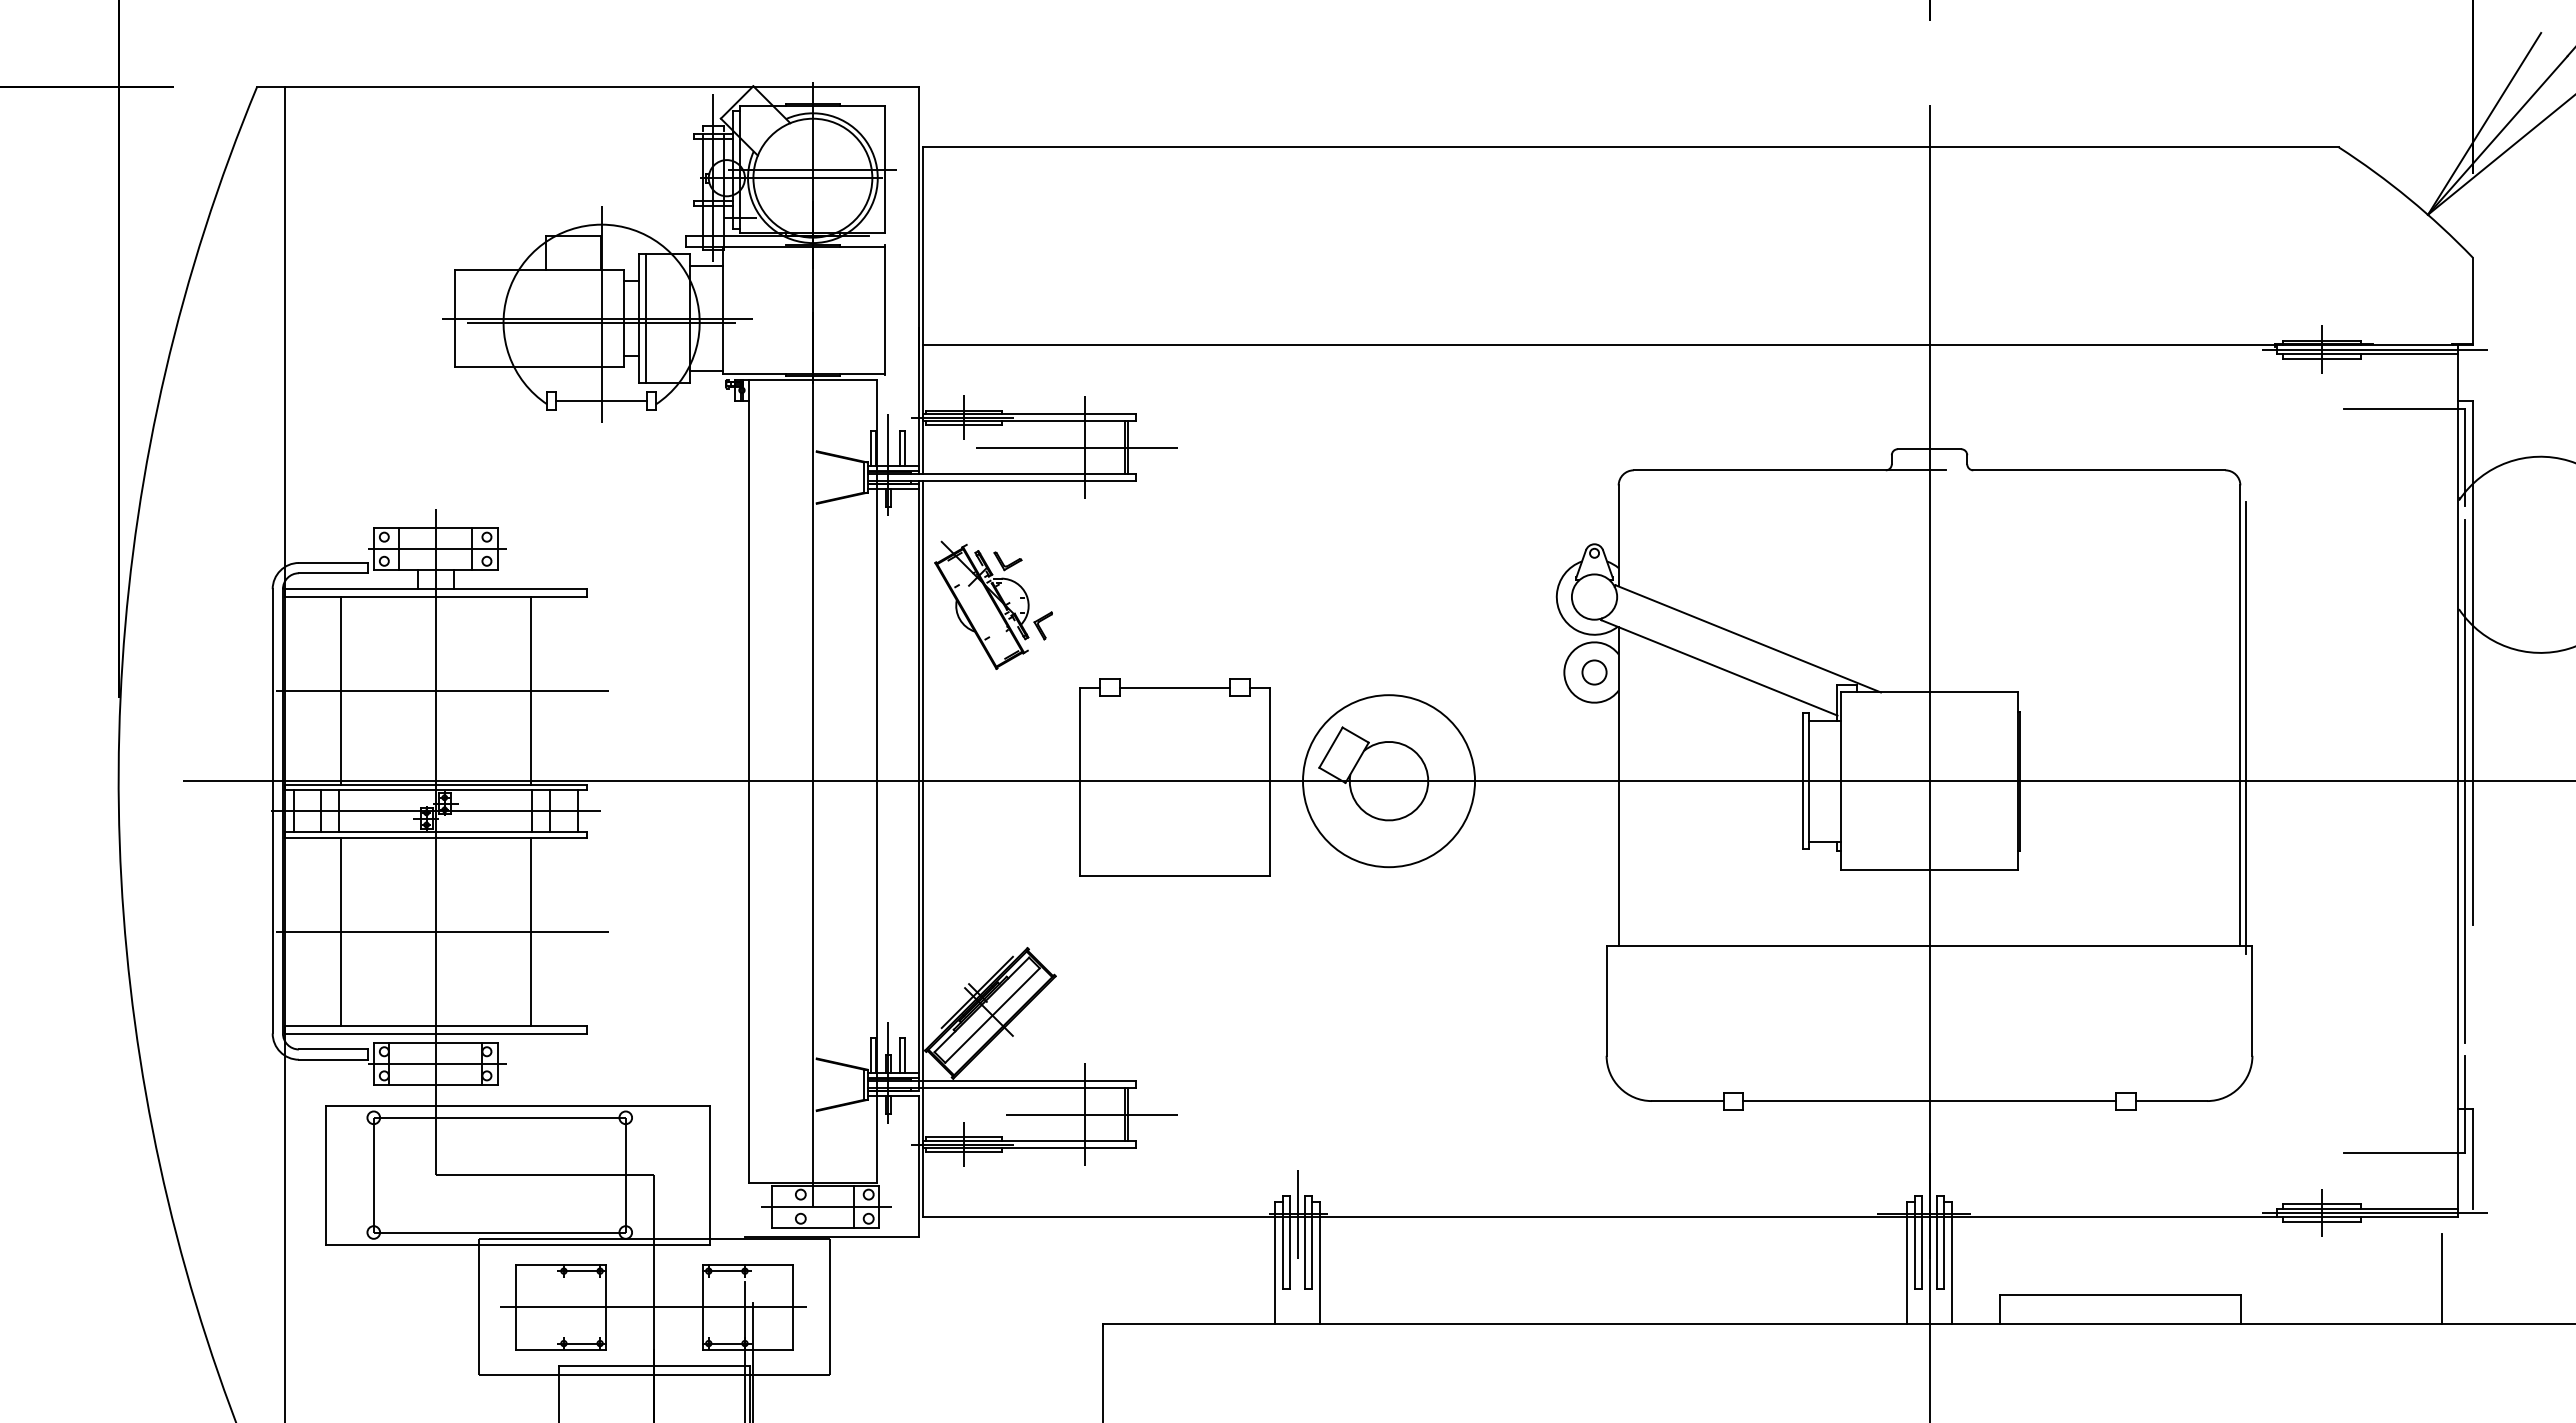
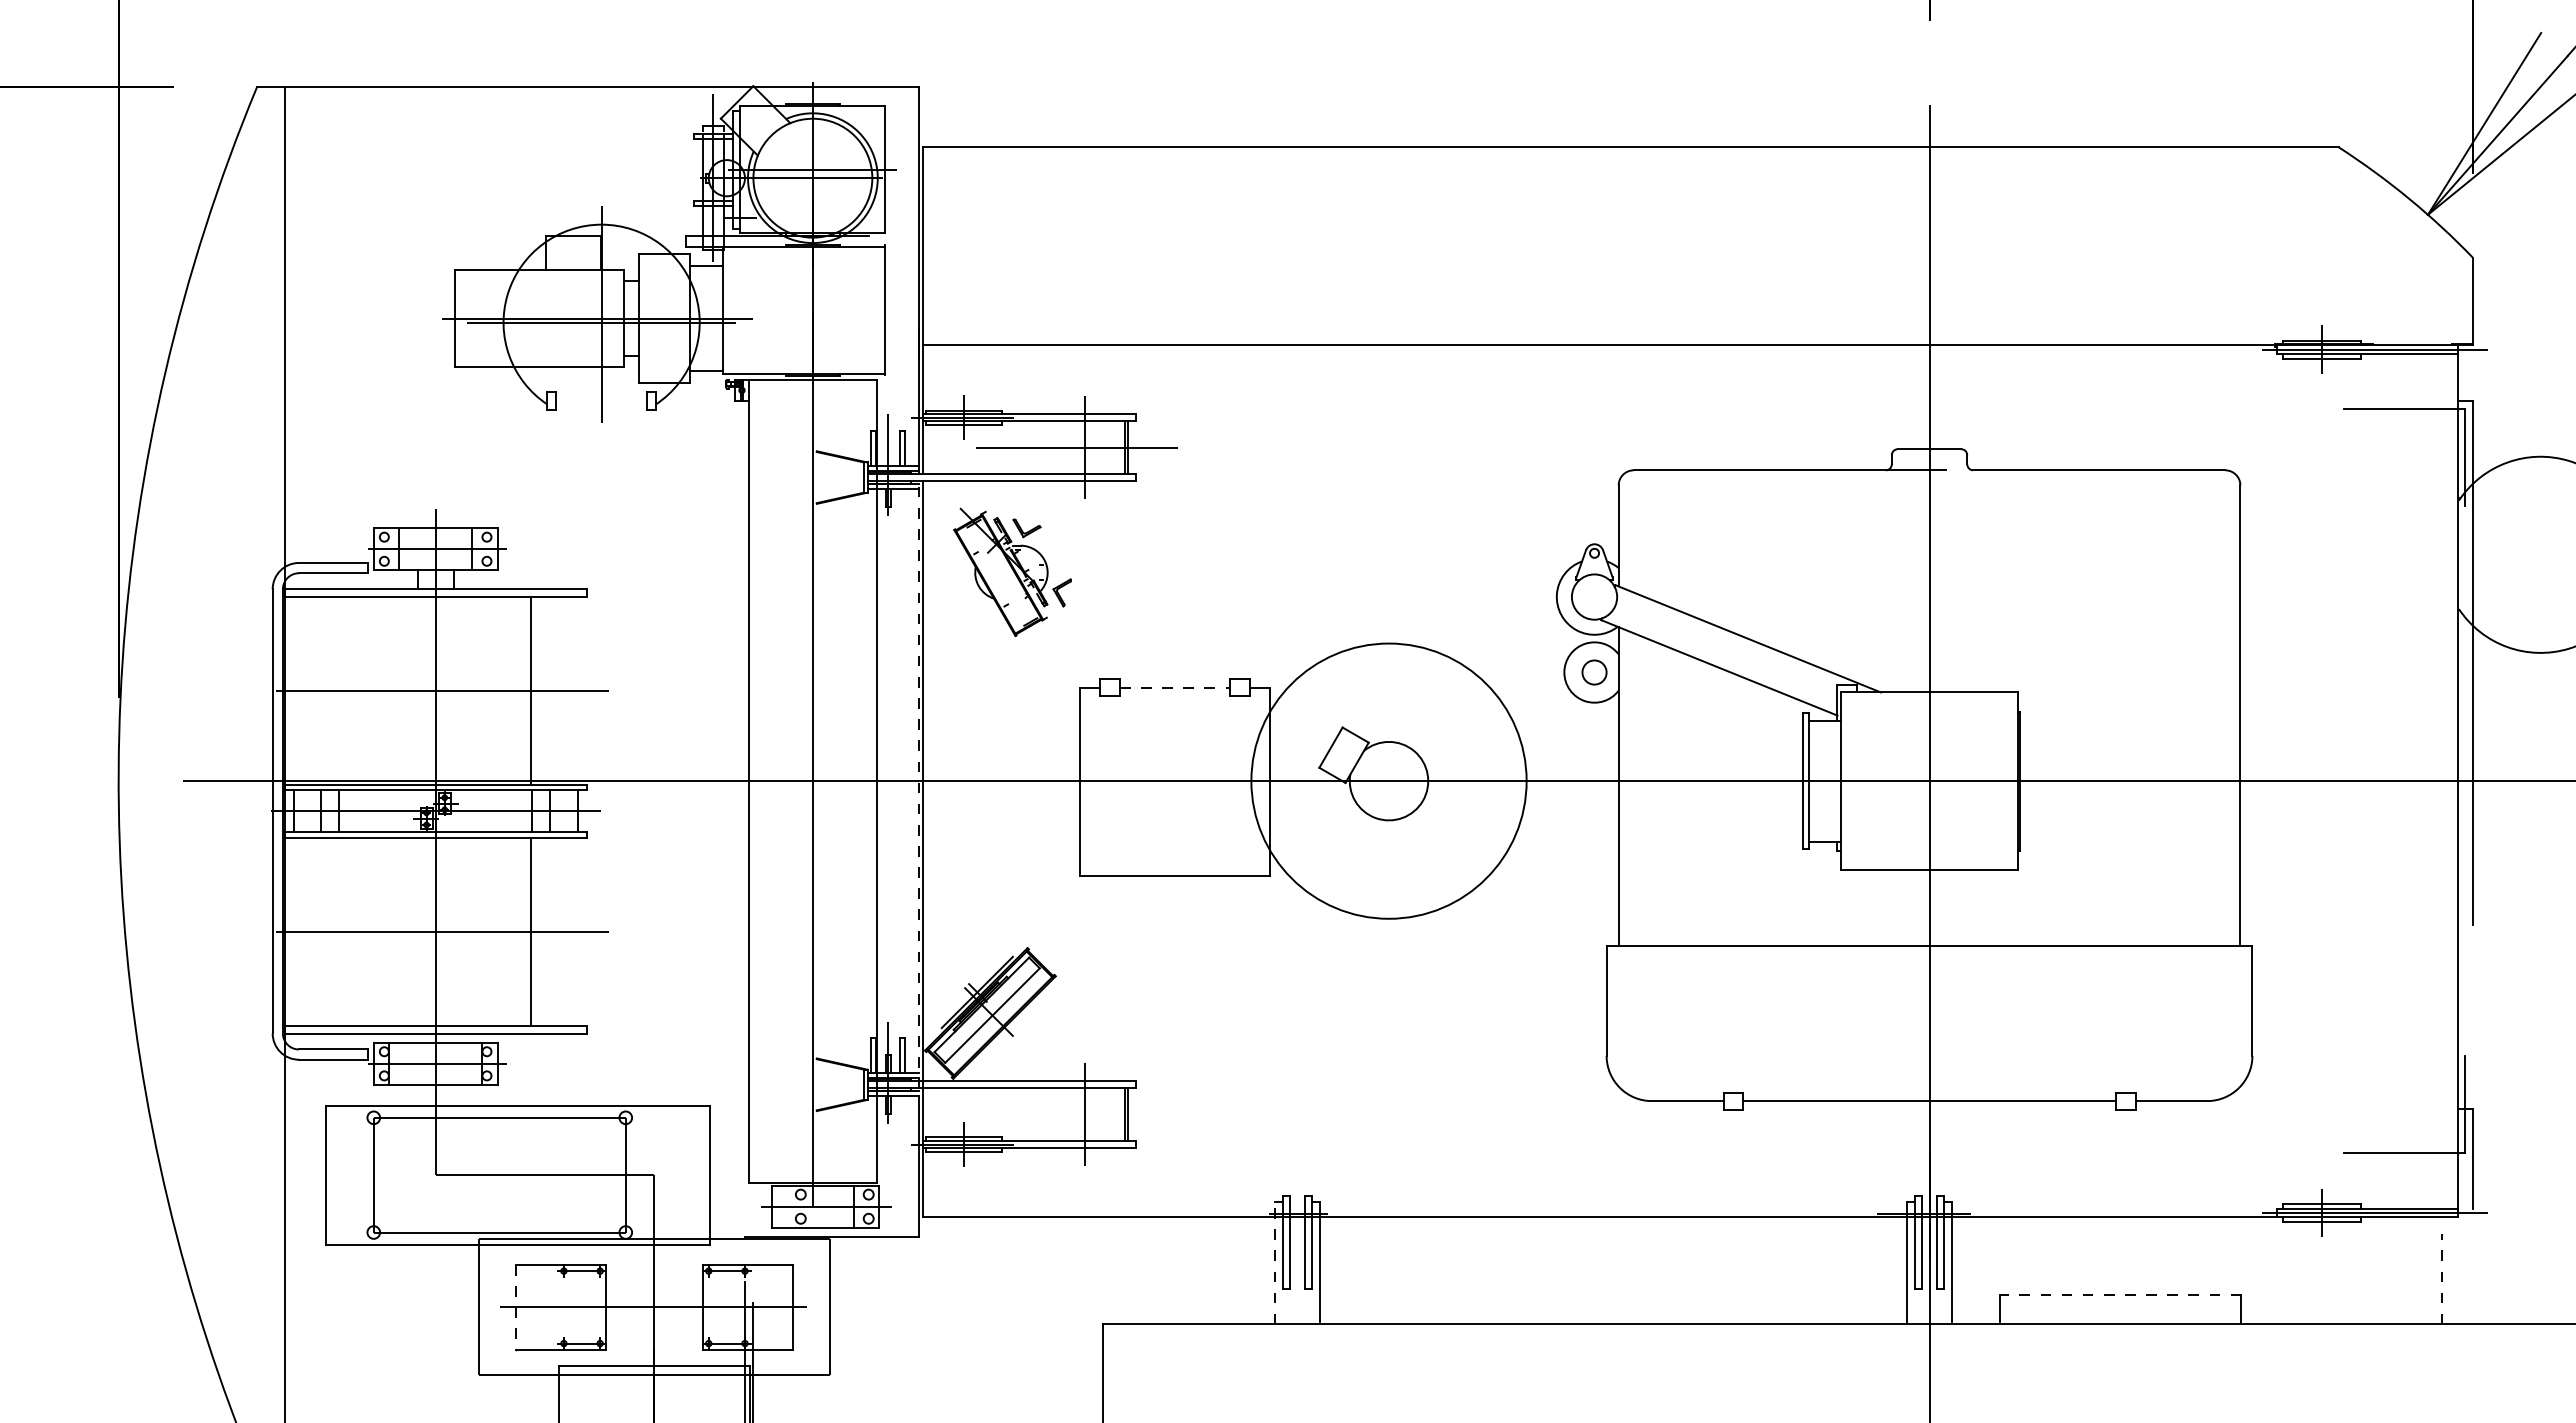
line at (646, 318): present -> none
line at (601, 401): present -> none
part at (993, 604) position: (993, 604) -> (1012, 571)
line at (1175, 687): solid -> dashed
line at (340, 690): present -> none
line at (2246, 727): present -> none
line at (2465, 780): present -> none
circle at (1389, 781) diameter: 172 px -> 275 px
line at (918, 784): solid -> dashed
line at (340, 932): present -> none
line at (1092, 1114): present -> none
line at (1297, 1214): present -> none
line at (1274, 1262): solid -> dashed
line at (2441, 1278): solid -> dashed
line at (2120, 1295): solid -> dashed
line at (515, 1307): solid -> dashed
